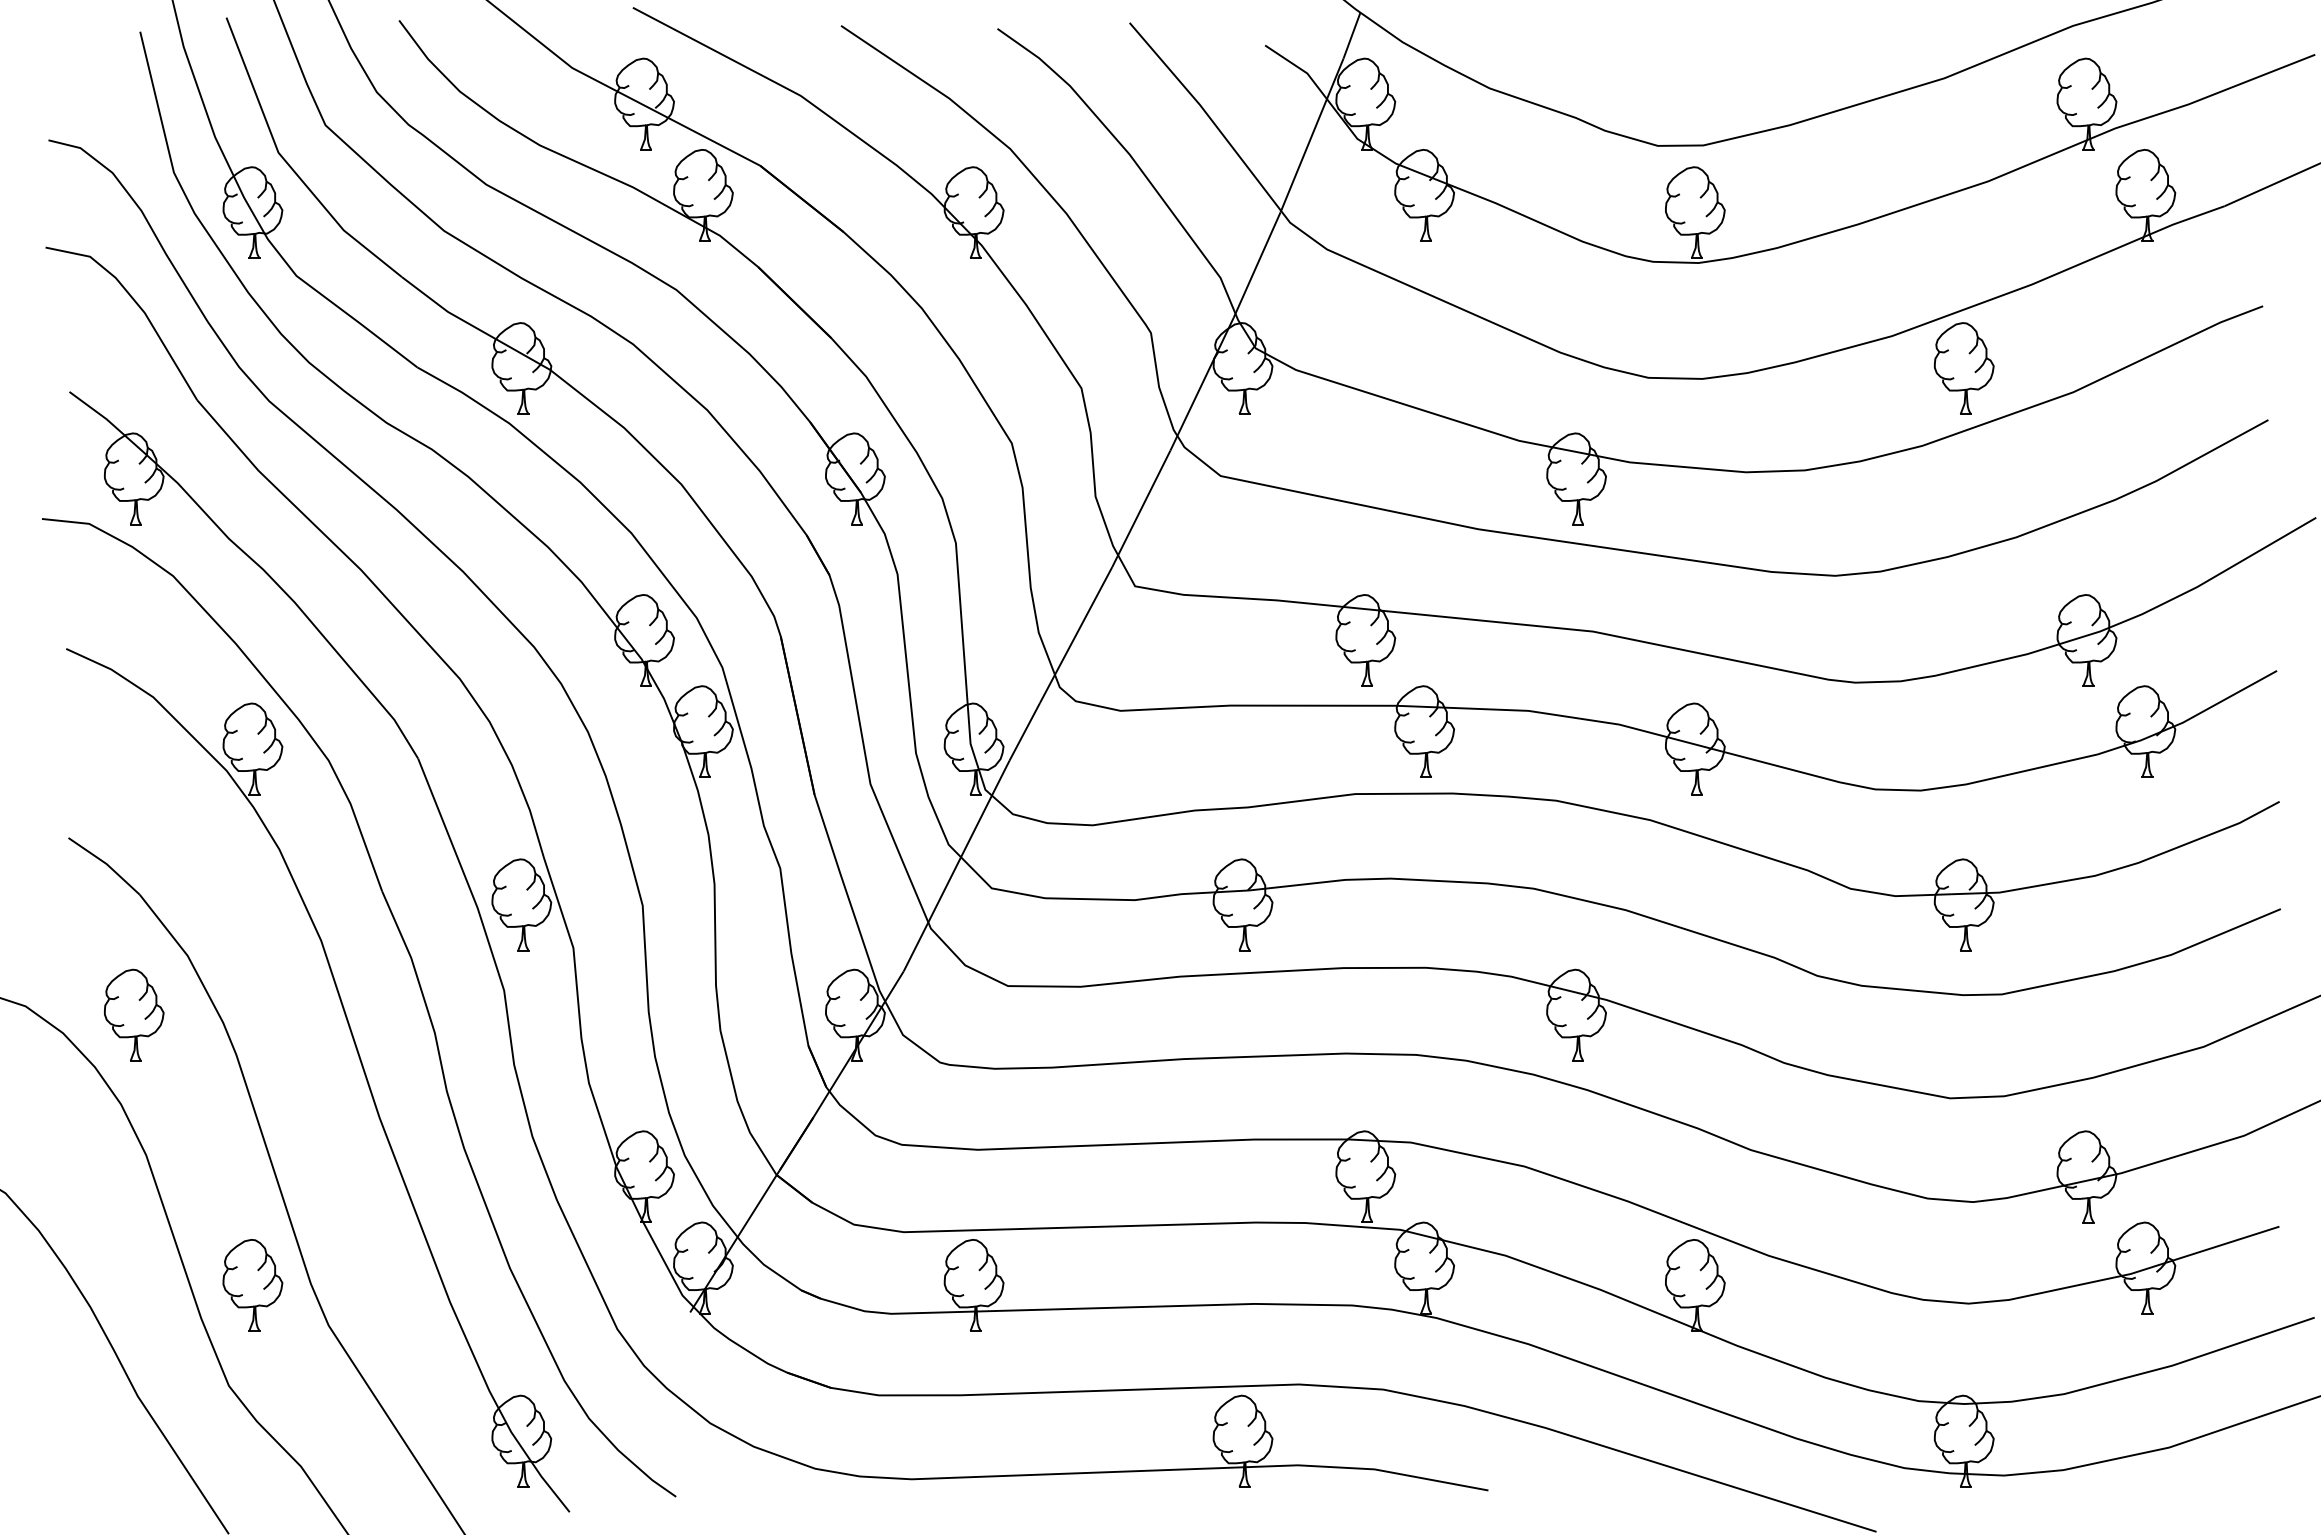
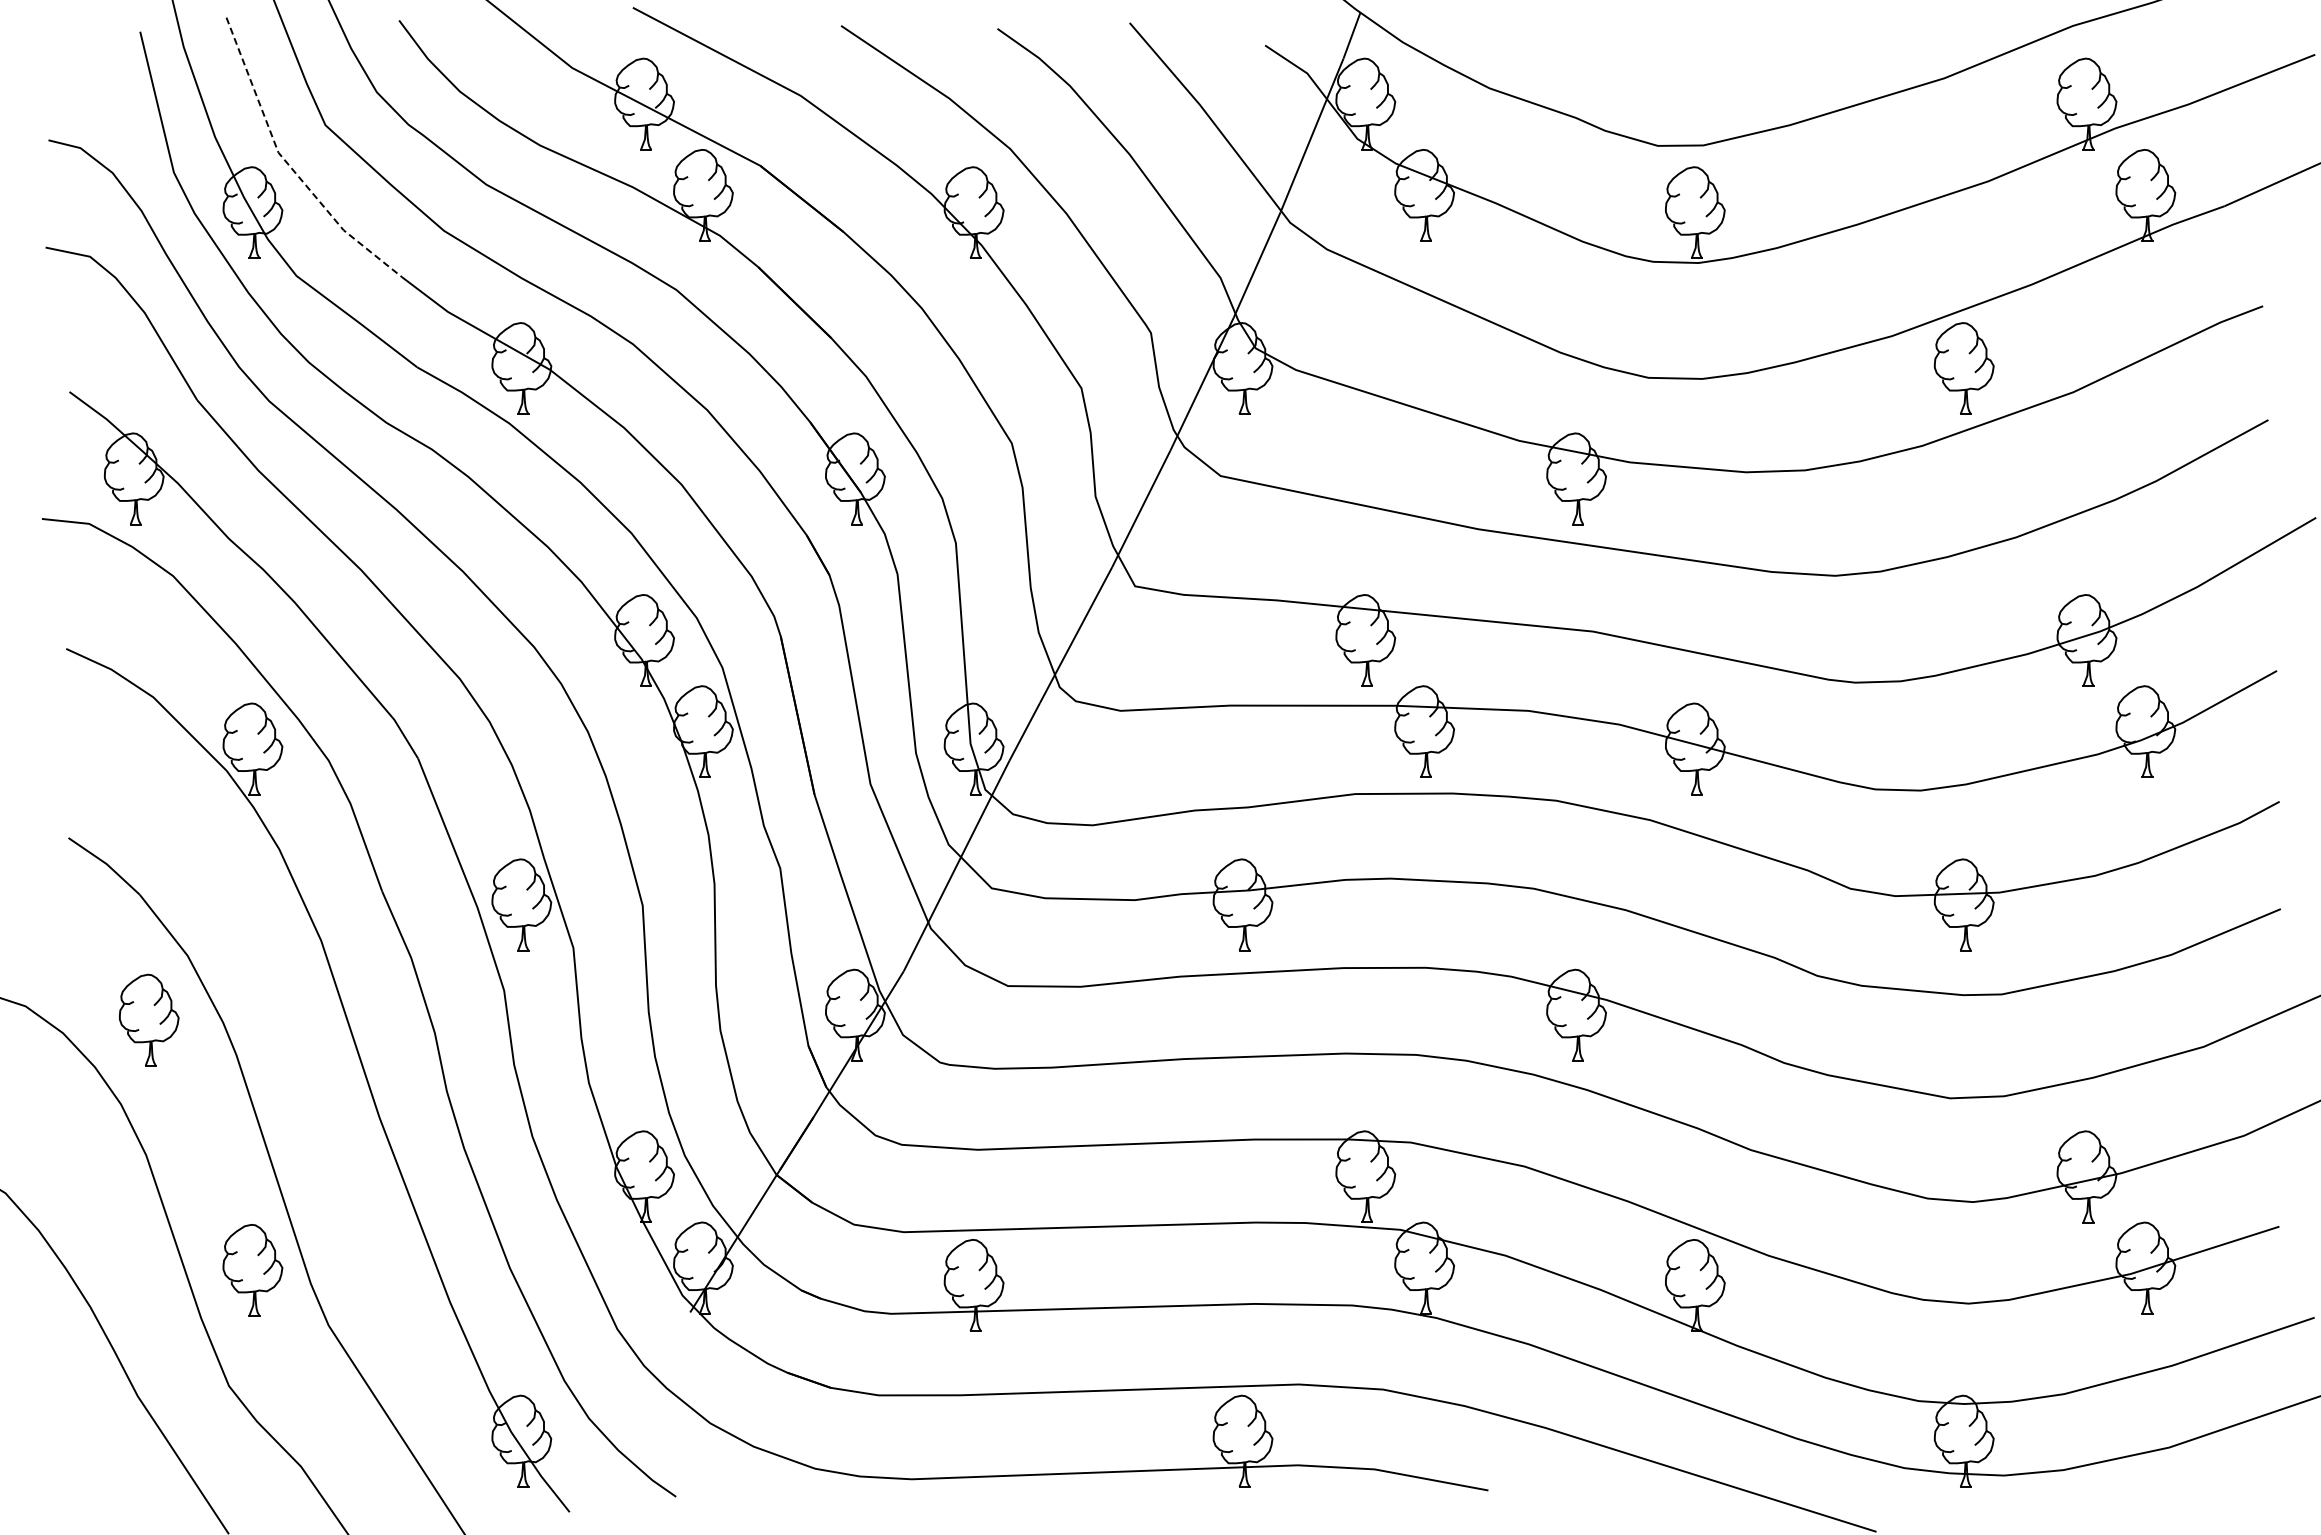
line at (288, 164): solid -> dashed
part at (134, 1014) position: (134, 1014) -> (149, 1019)
part at (252, 1285) position: (252, 1285) -> (252, 1270)
